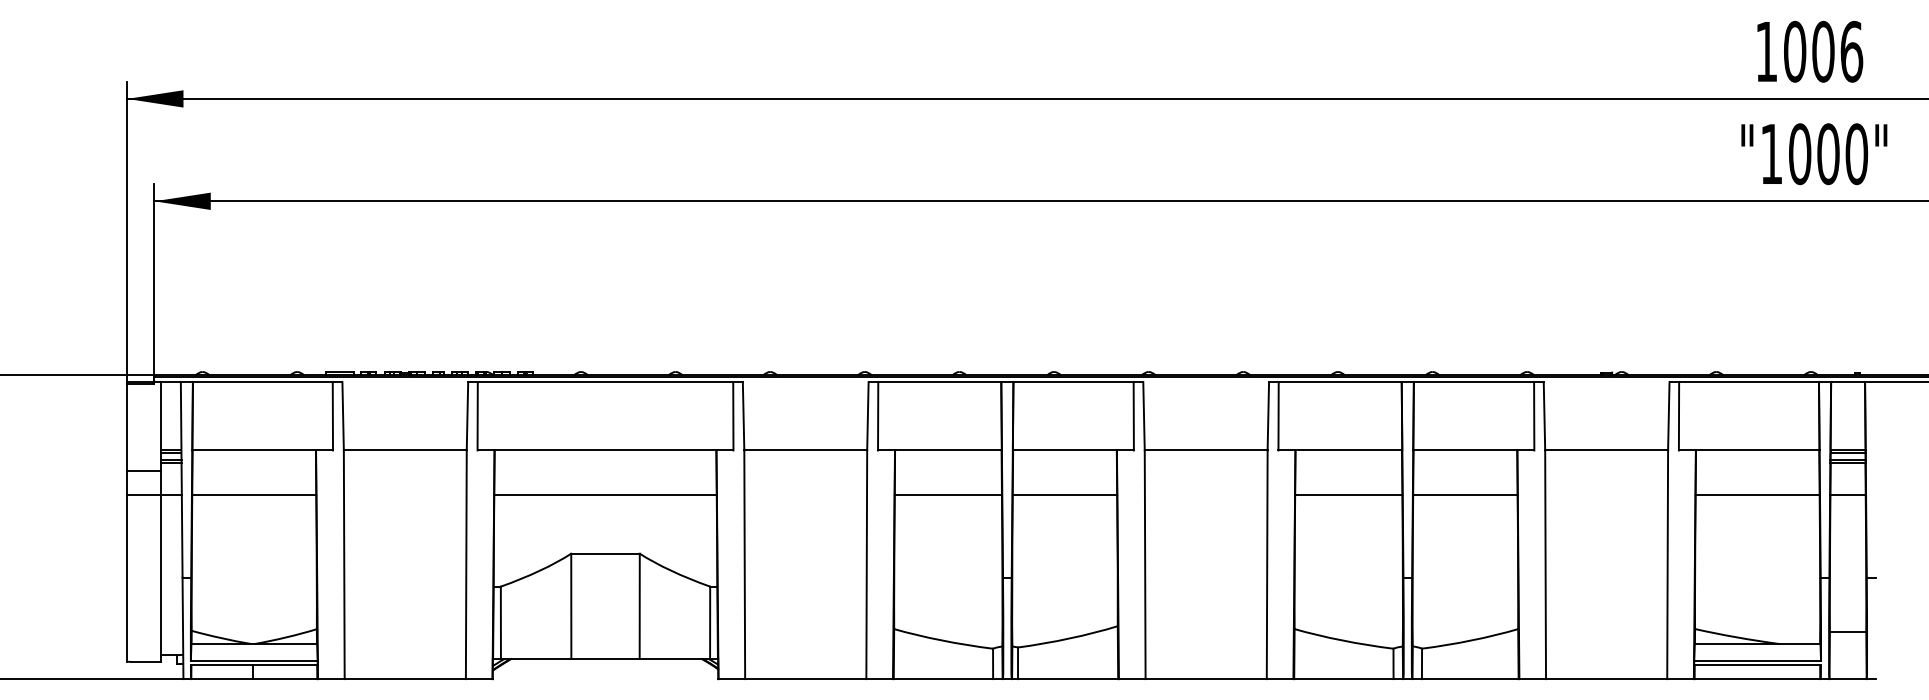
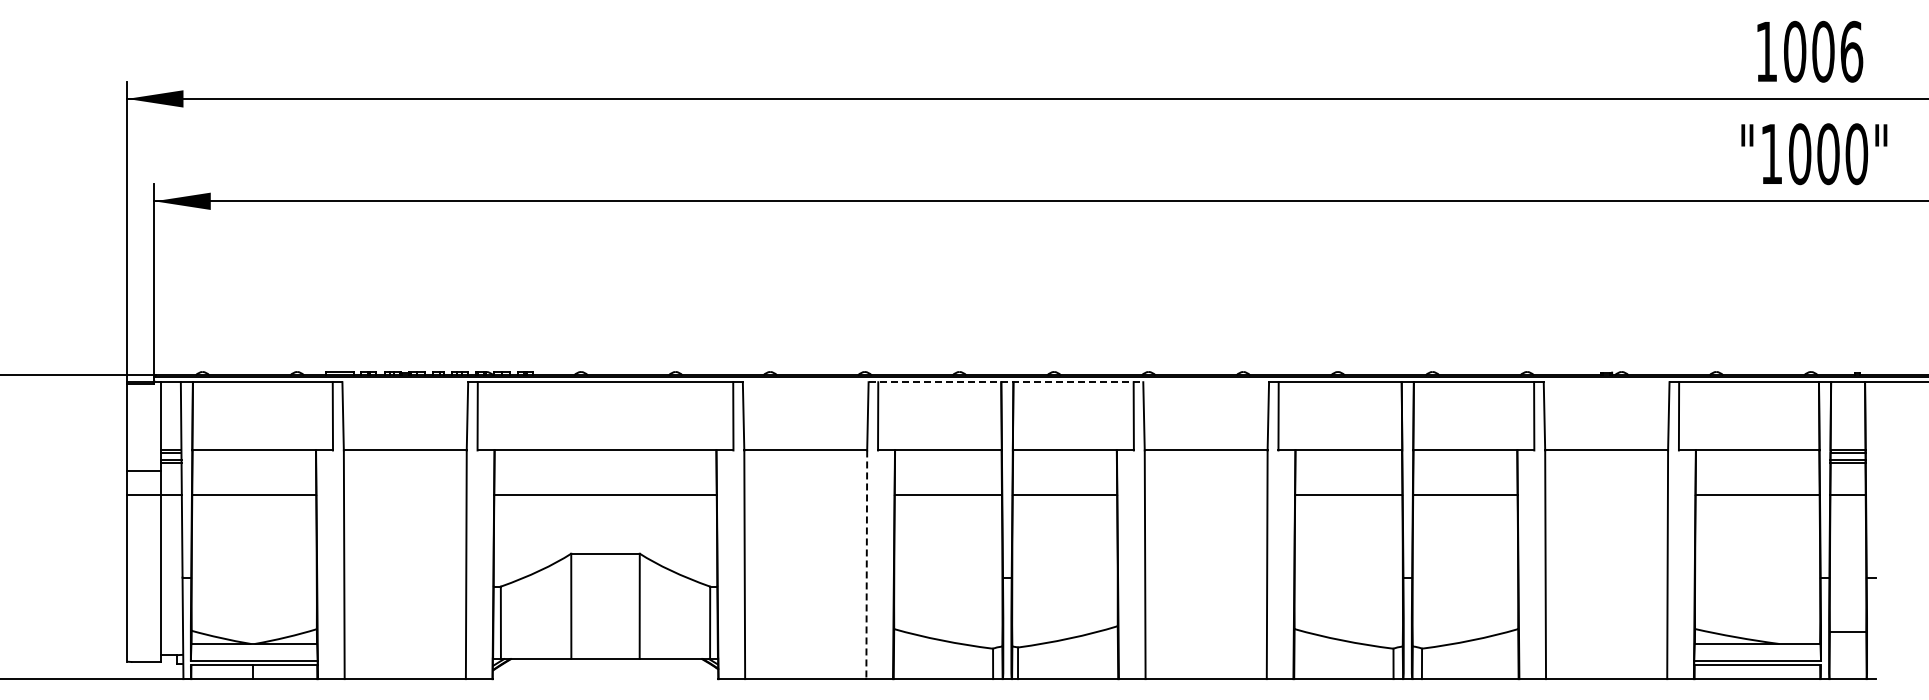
line at (1006, 382): solid -> dashed
line at (866, 565): solid -> dashed
